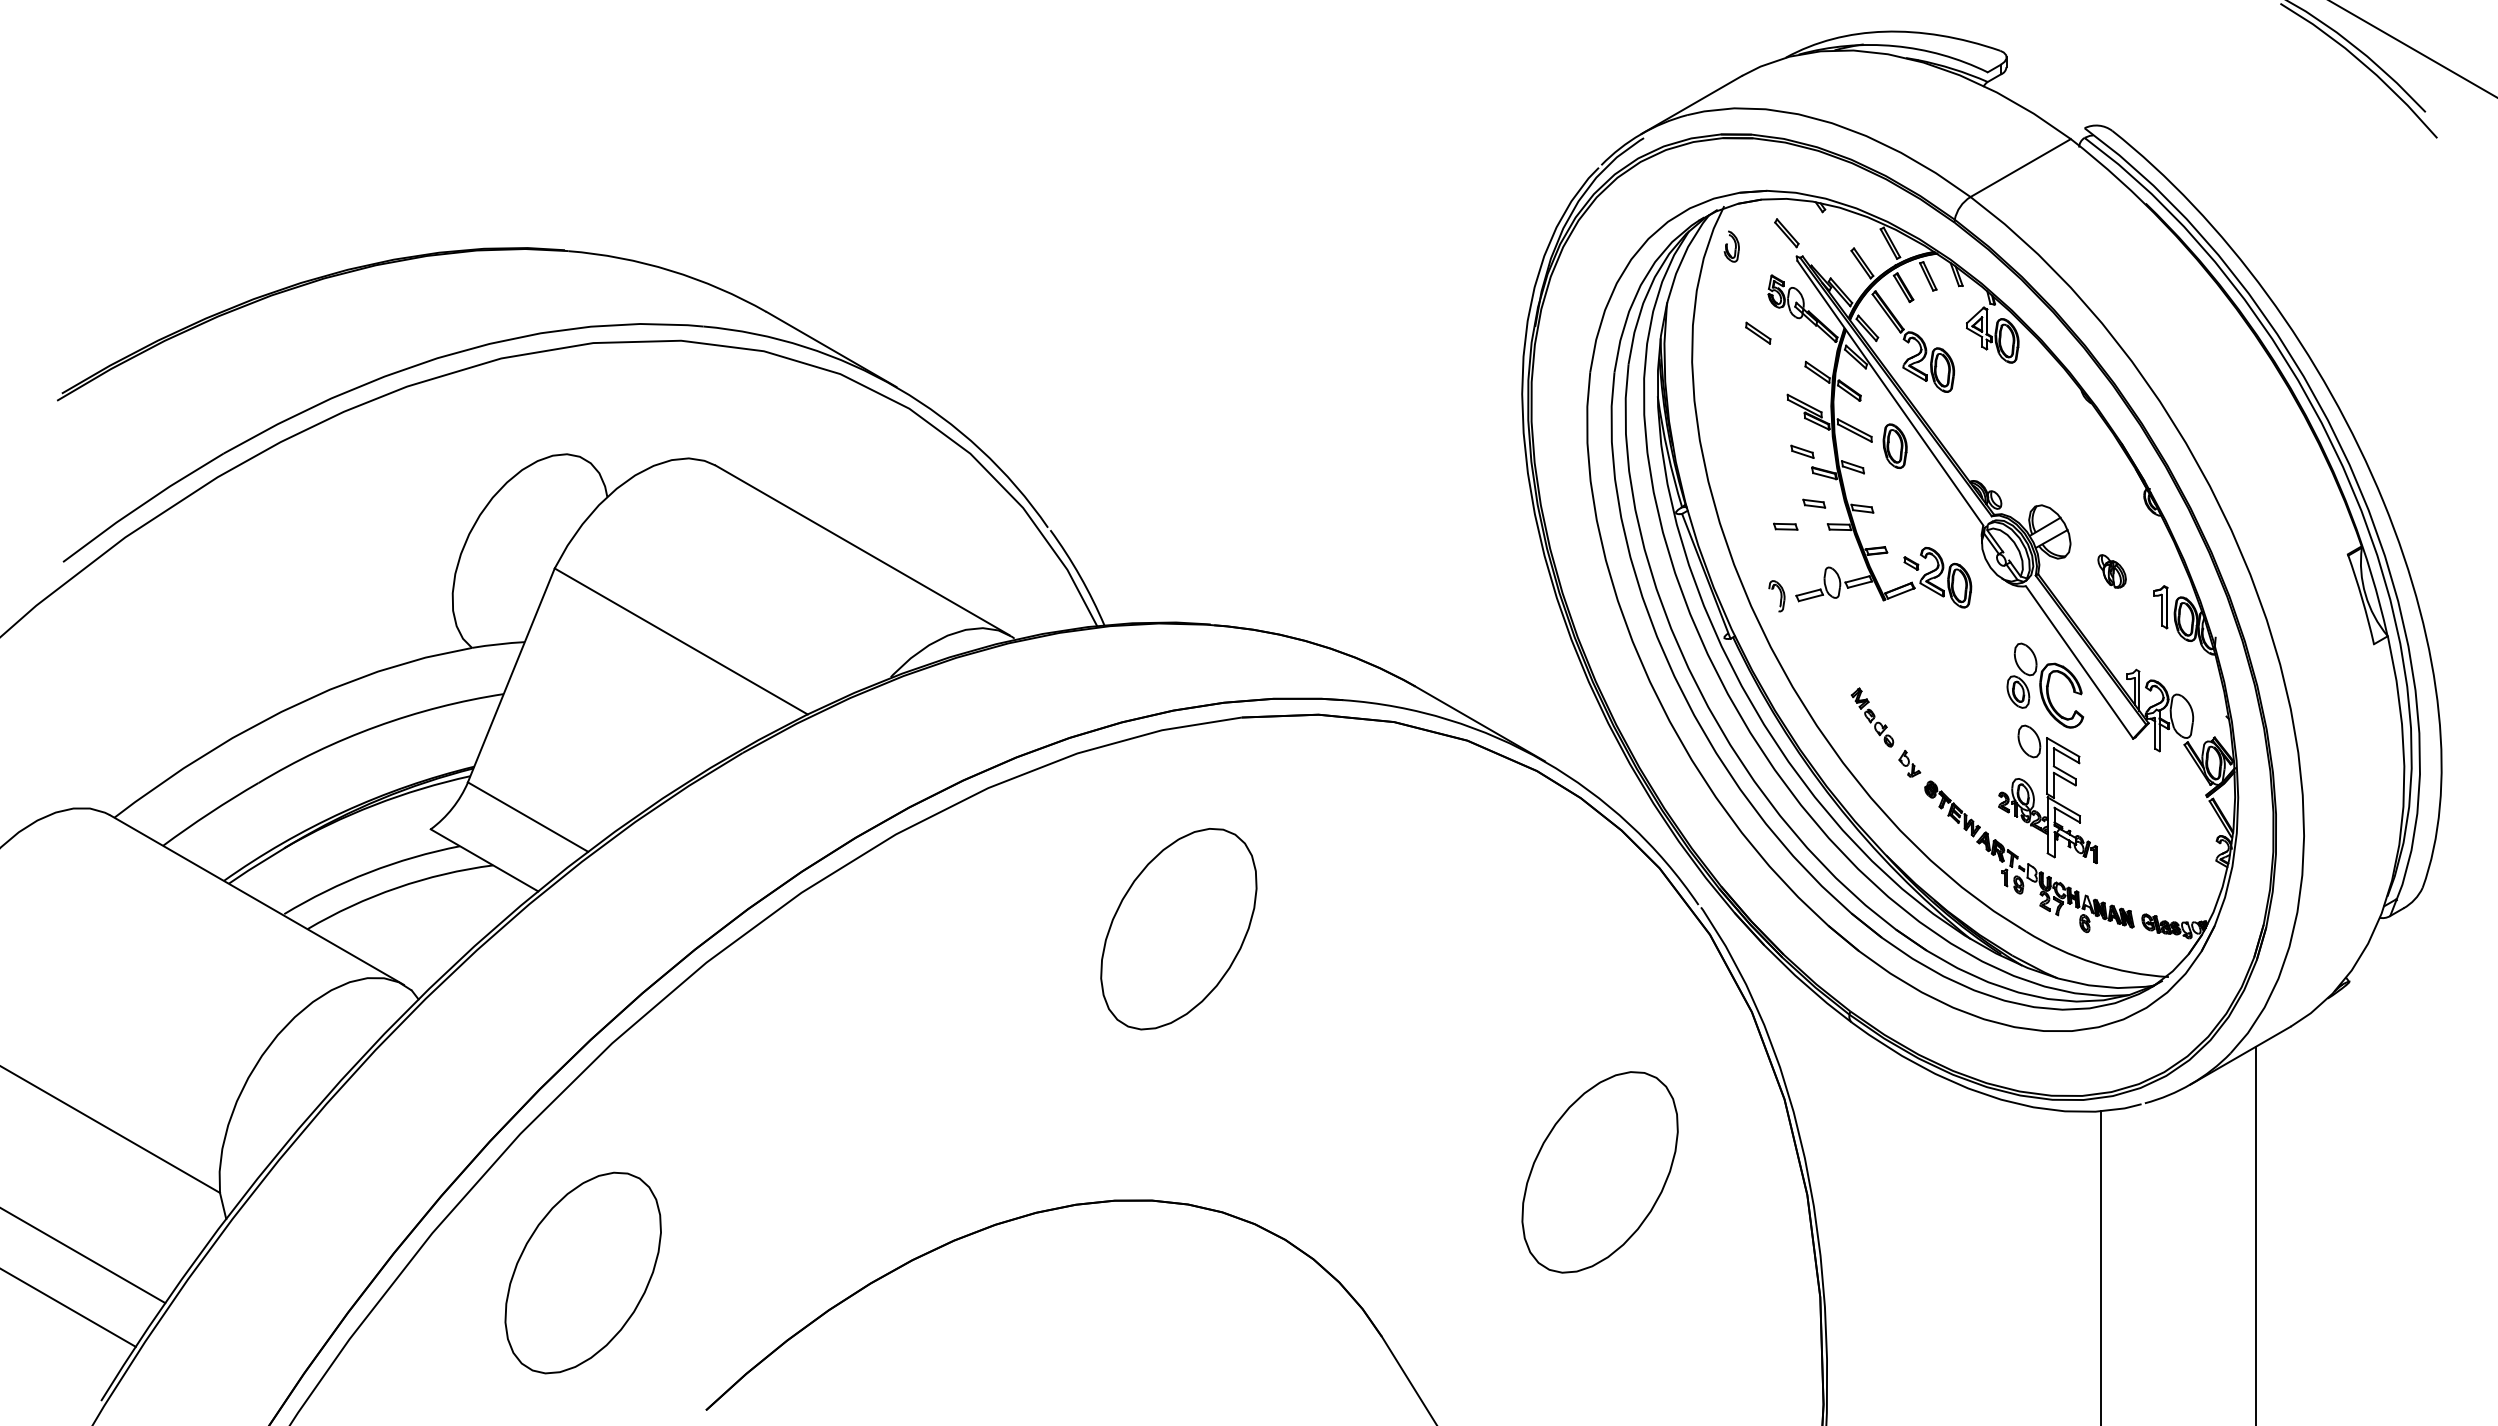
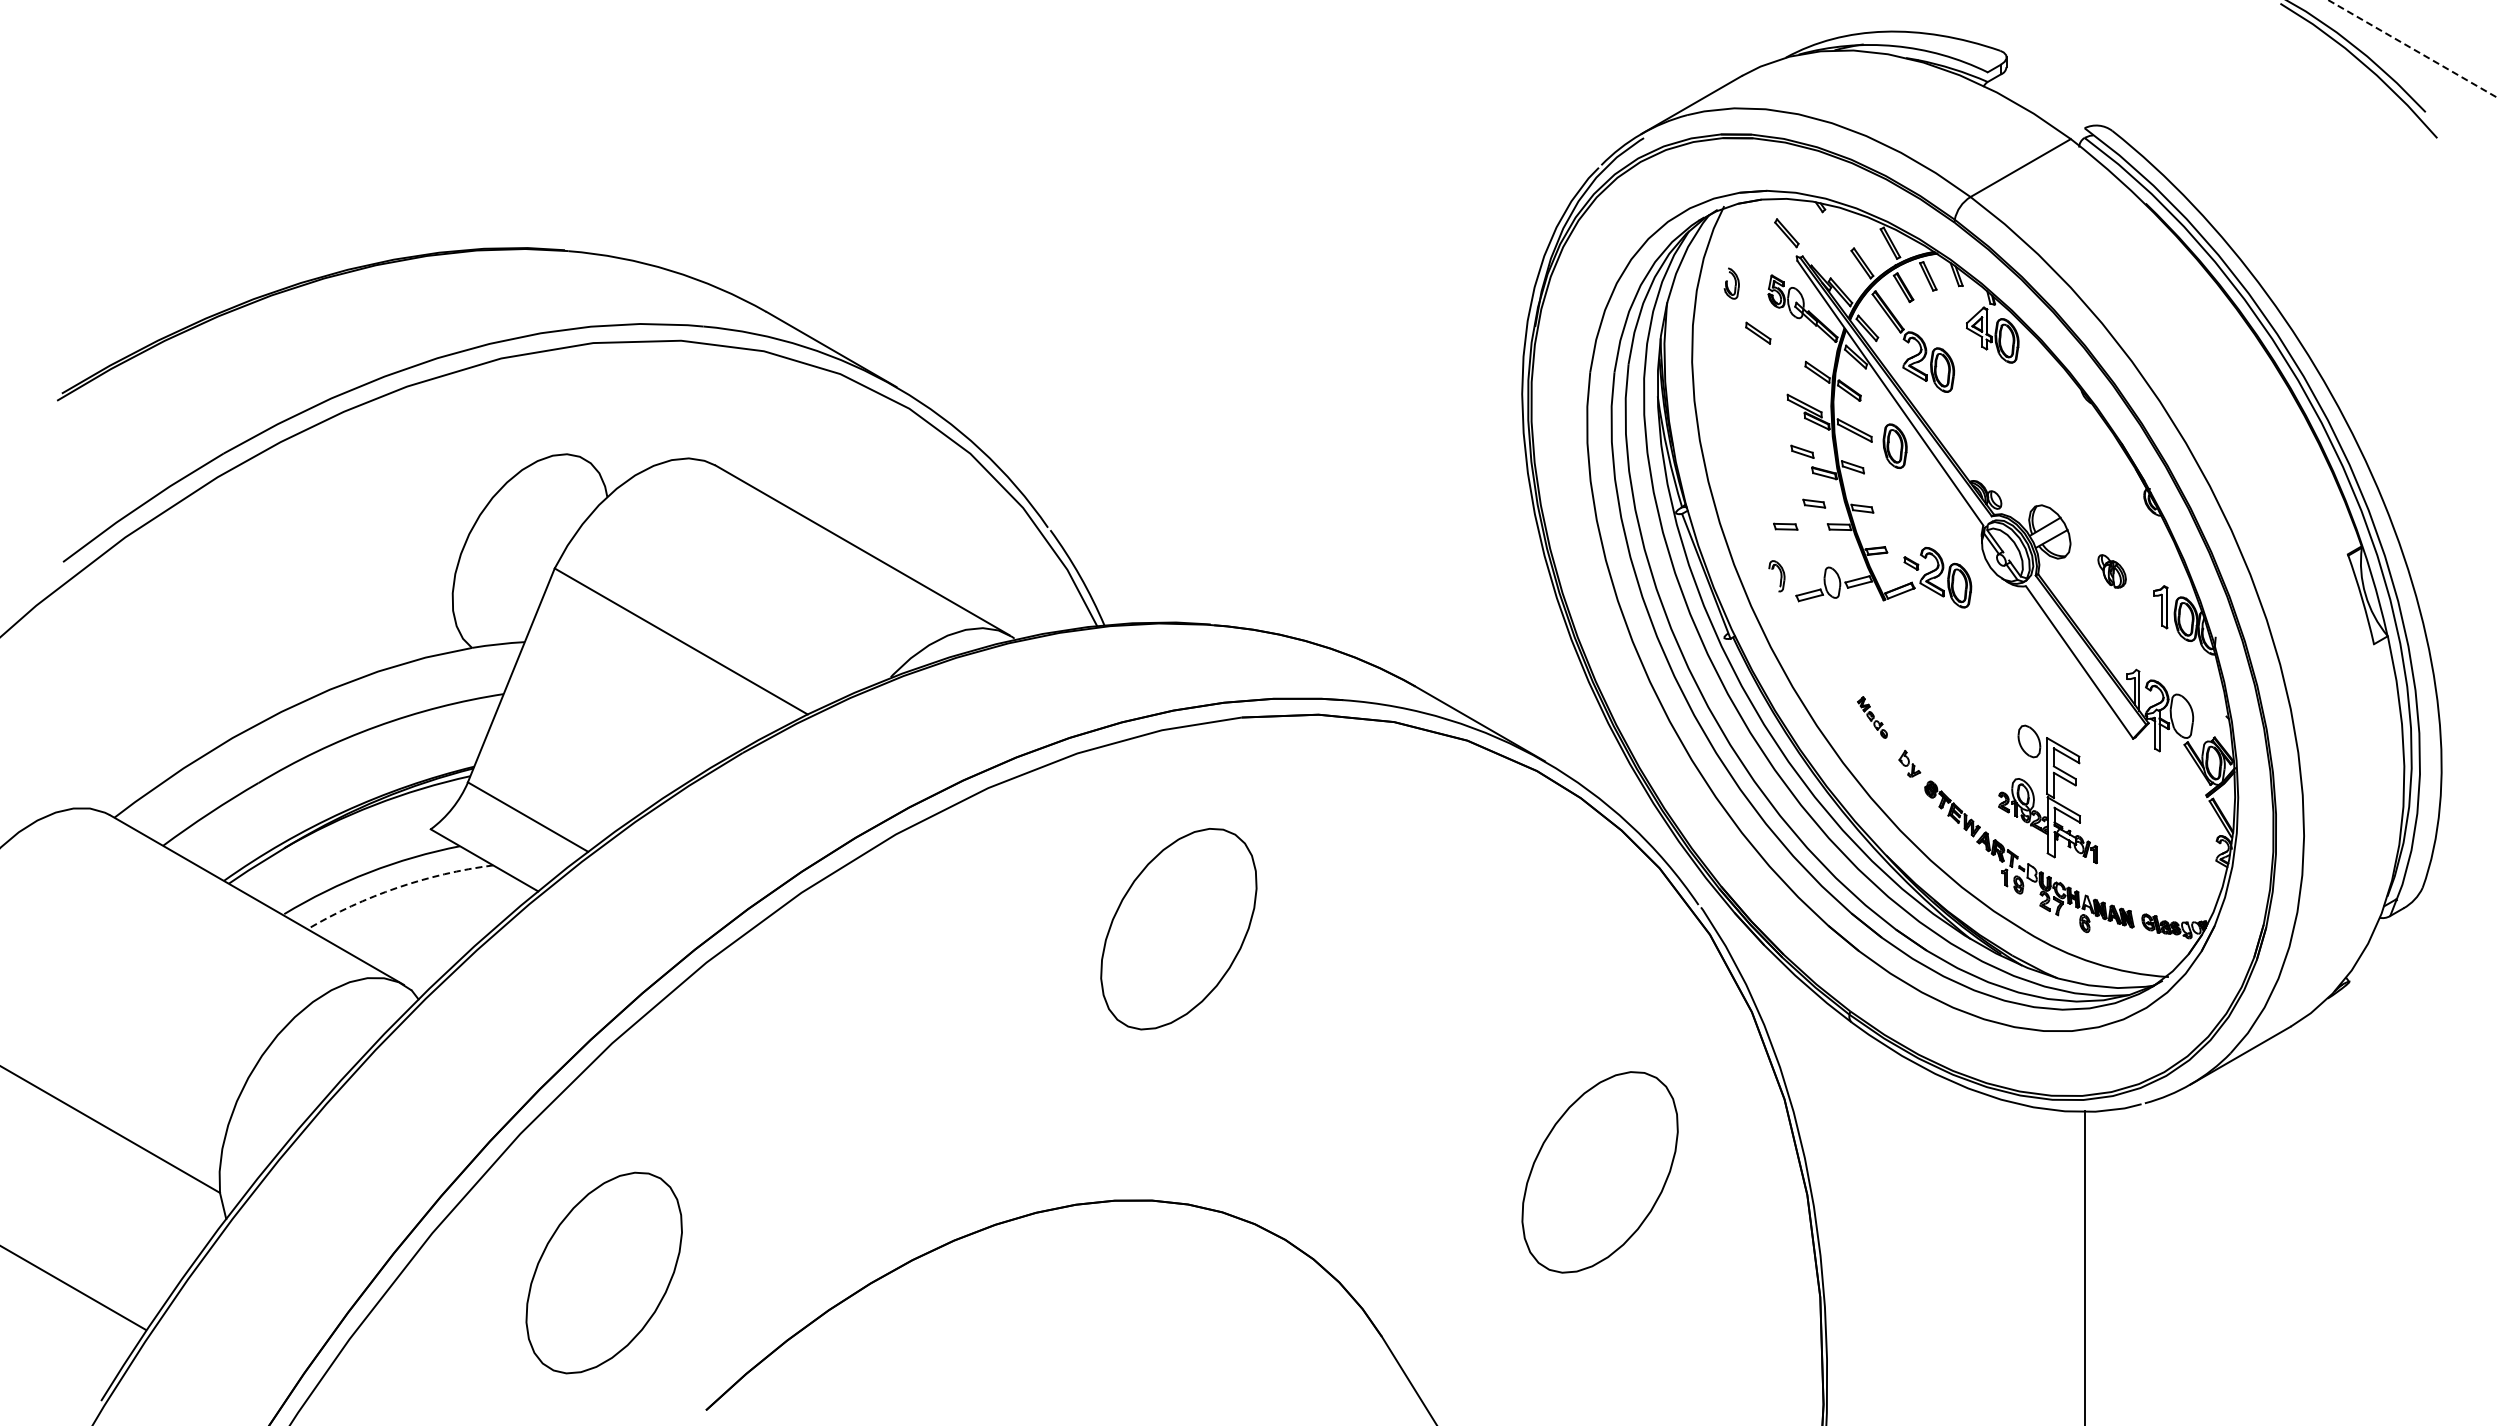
line at (2412, 48): solid -> dashed
part at (1731, 246) position: (1731, 246) -> (1731, 283)
part at (1776, 596) position: (1776, 596) -> (1776, 576)
part at (2045, 685): present -> none
part at (1872, 717) size: 45x61 px -> 31x43 px
arc at (397, 887): solid -> dashed
line at (2255, 1234): present -> none
line at (83, 1255): present -> none
line at (2100, 1266) position: (2100, 1266) -> (2084, 1266)
part at (582, 1272) position: (582, 1272) -> (603, 1272)
line at (68, 1308) position: (68, 1308) -> (73, 1288)
